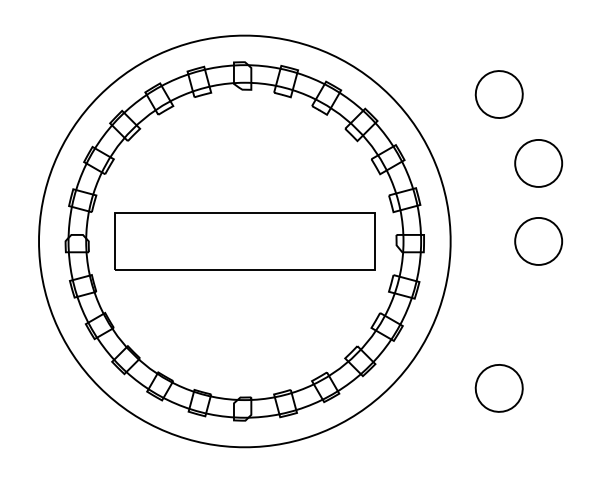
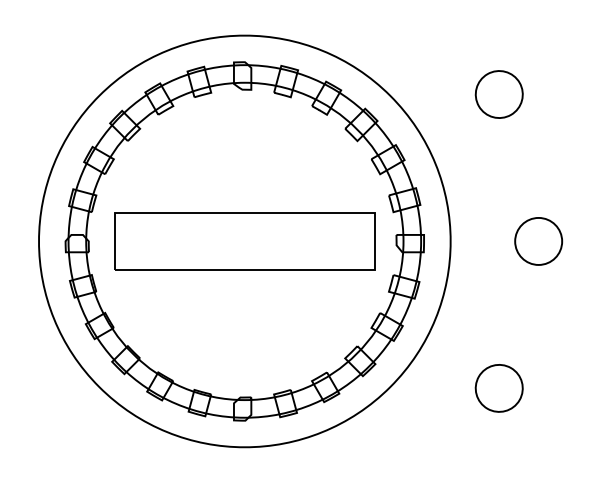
part at (538, 163): present -> none
